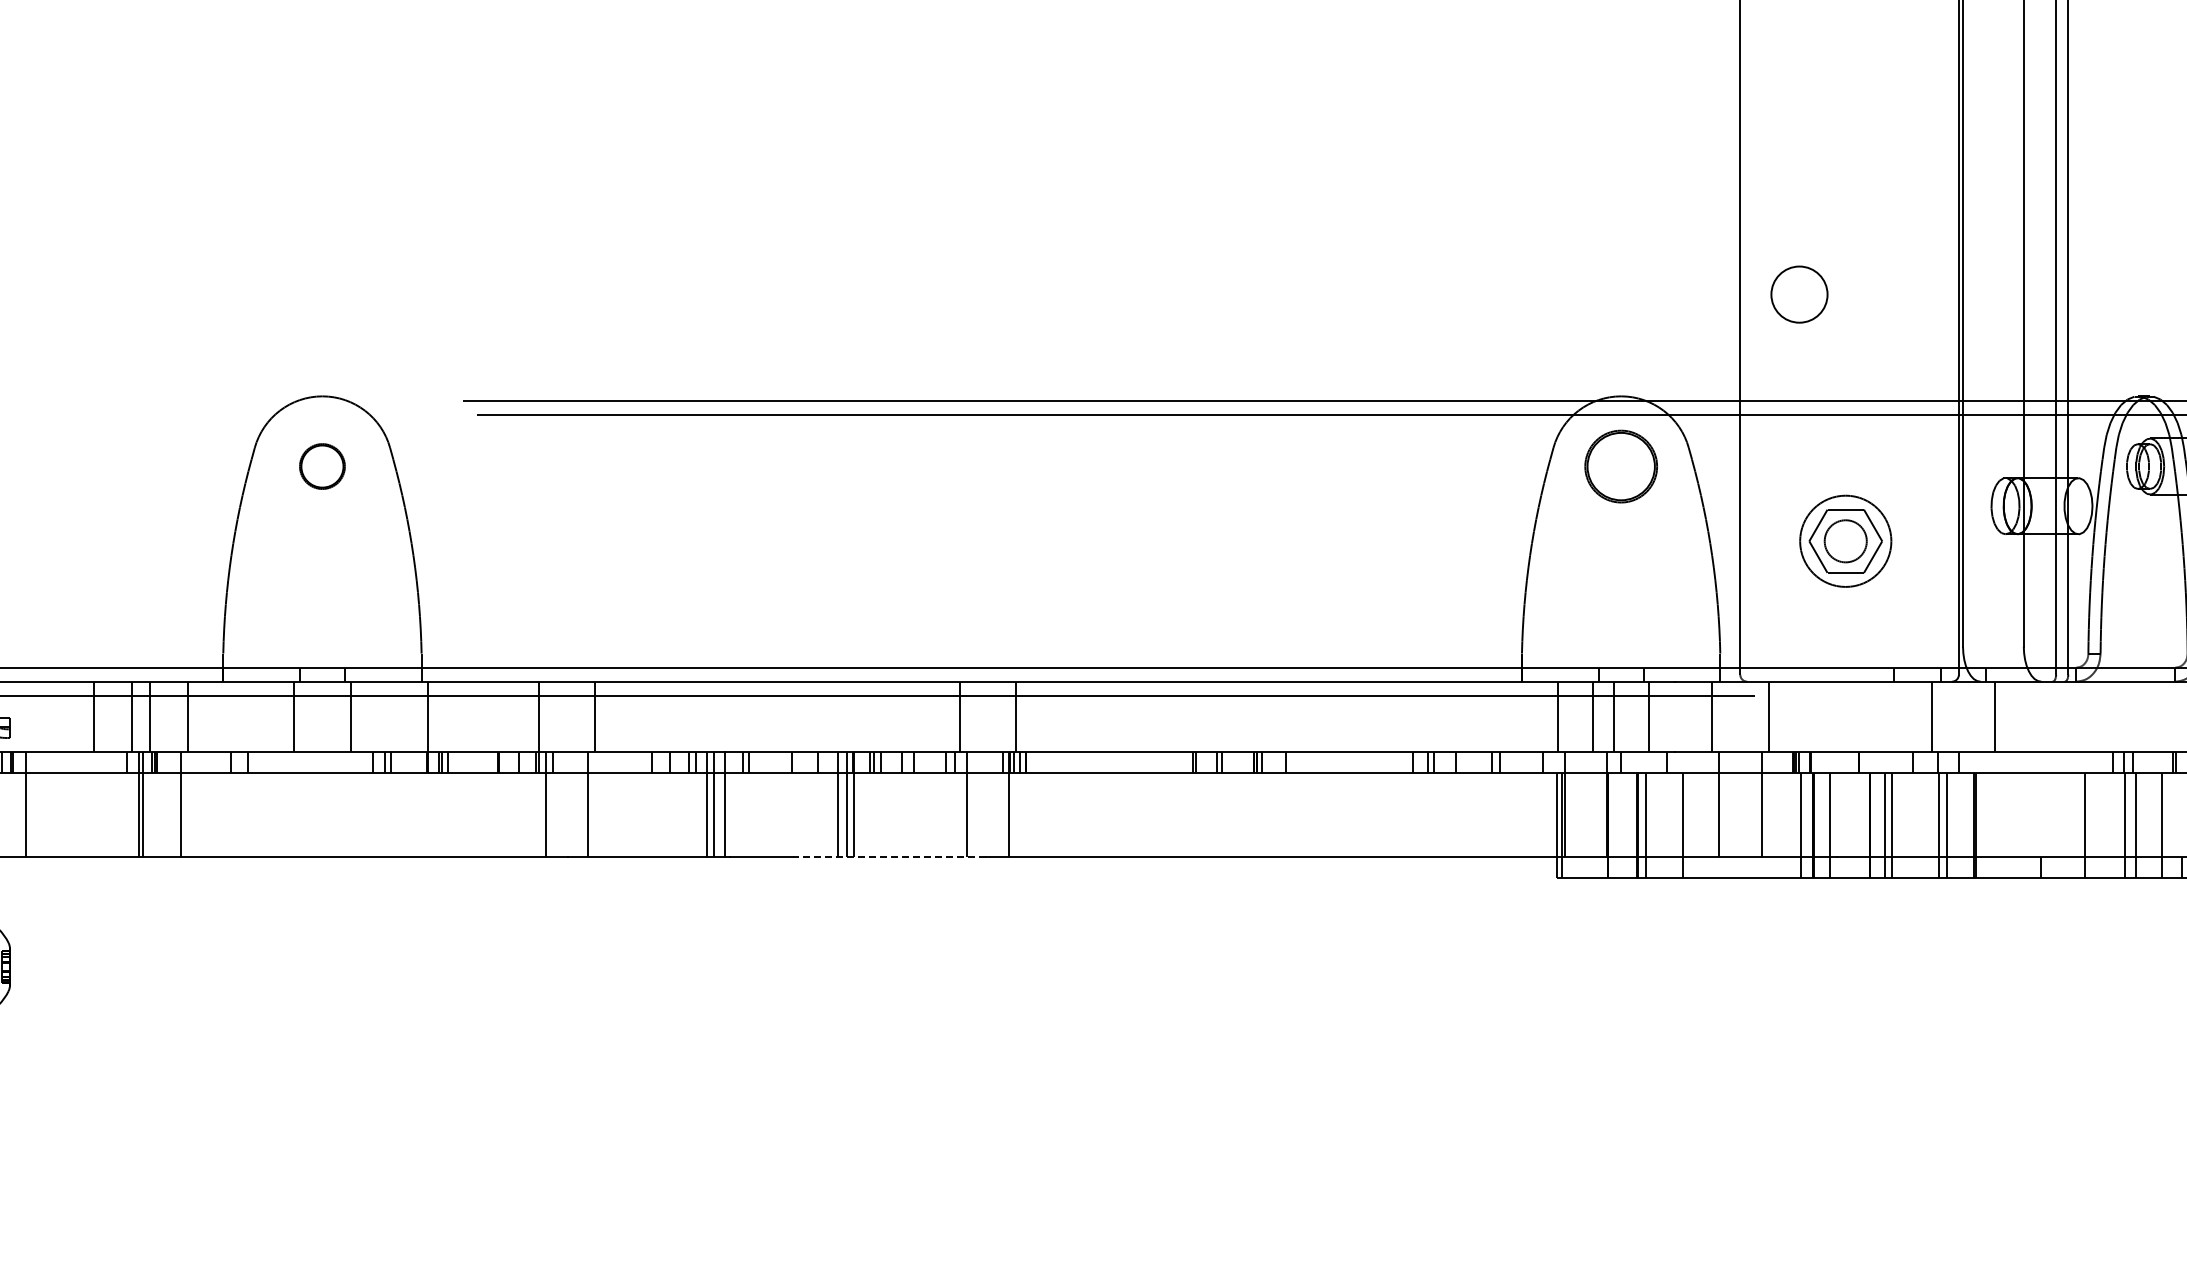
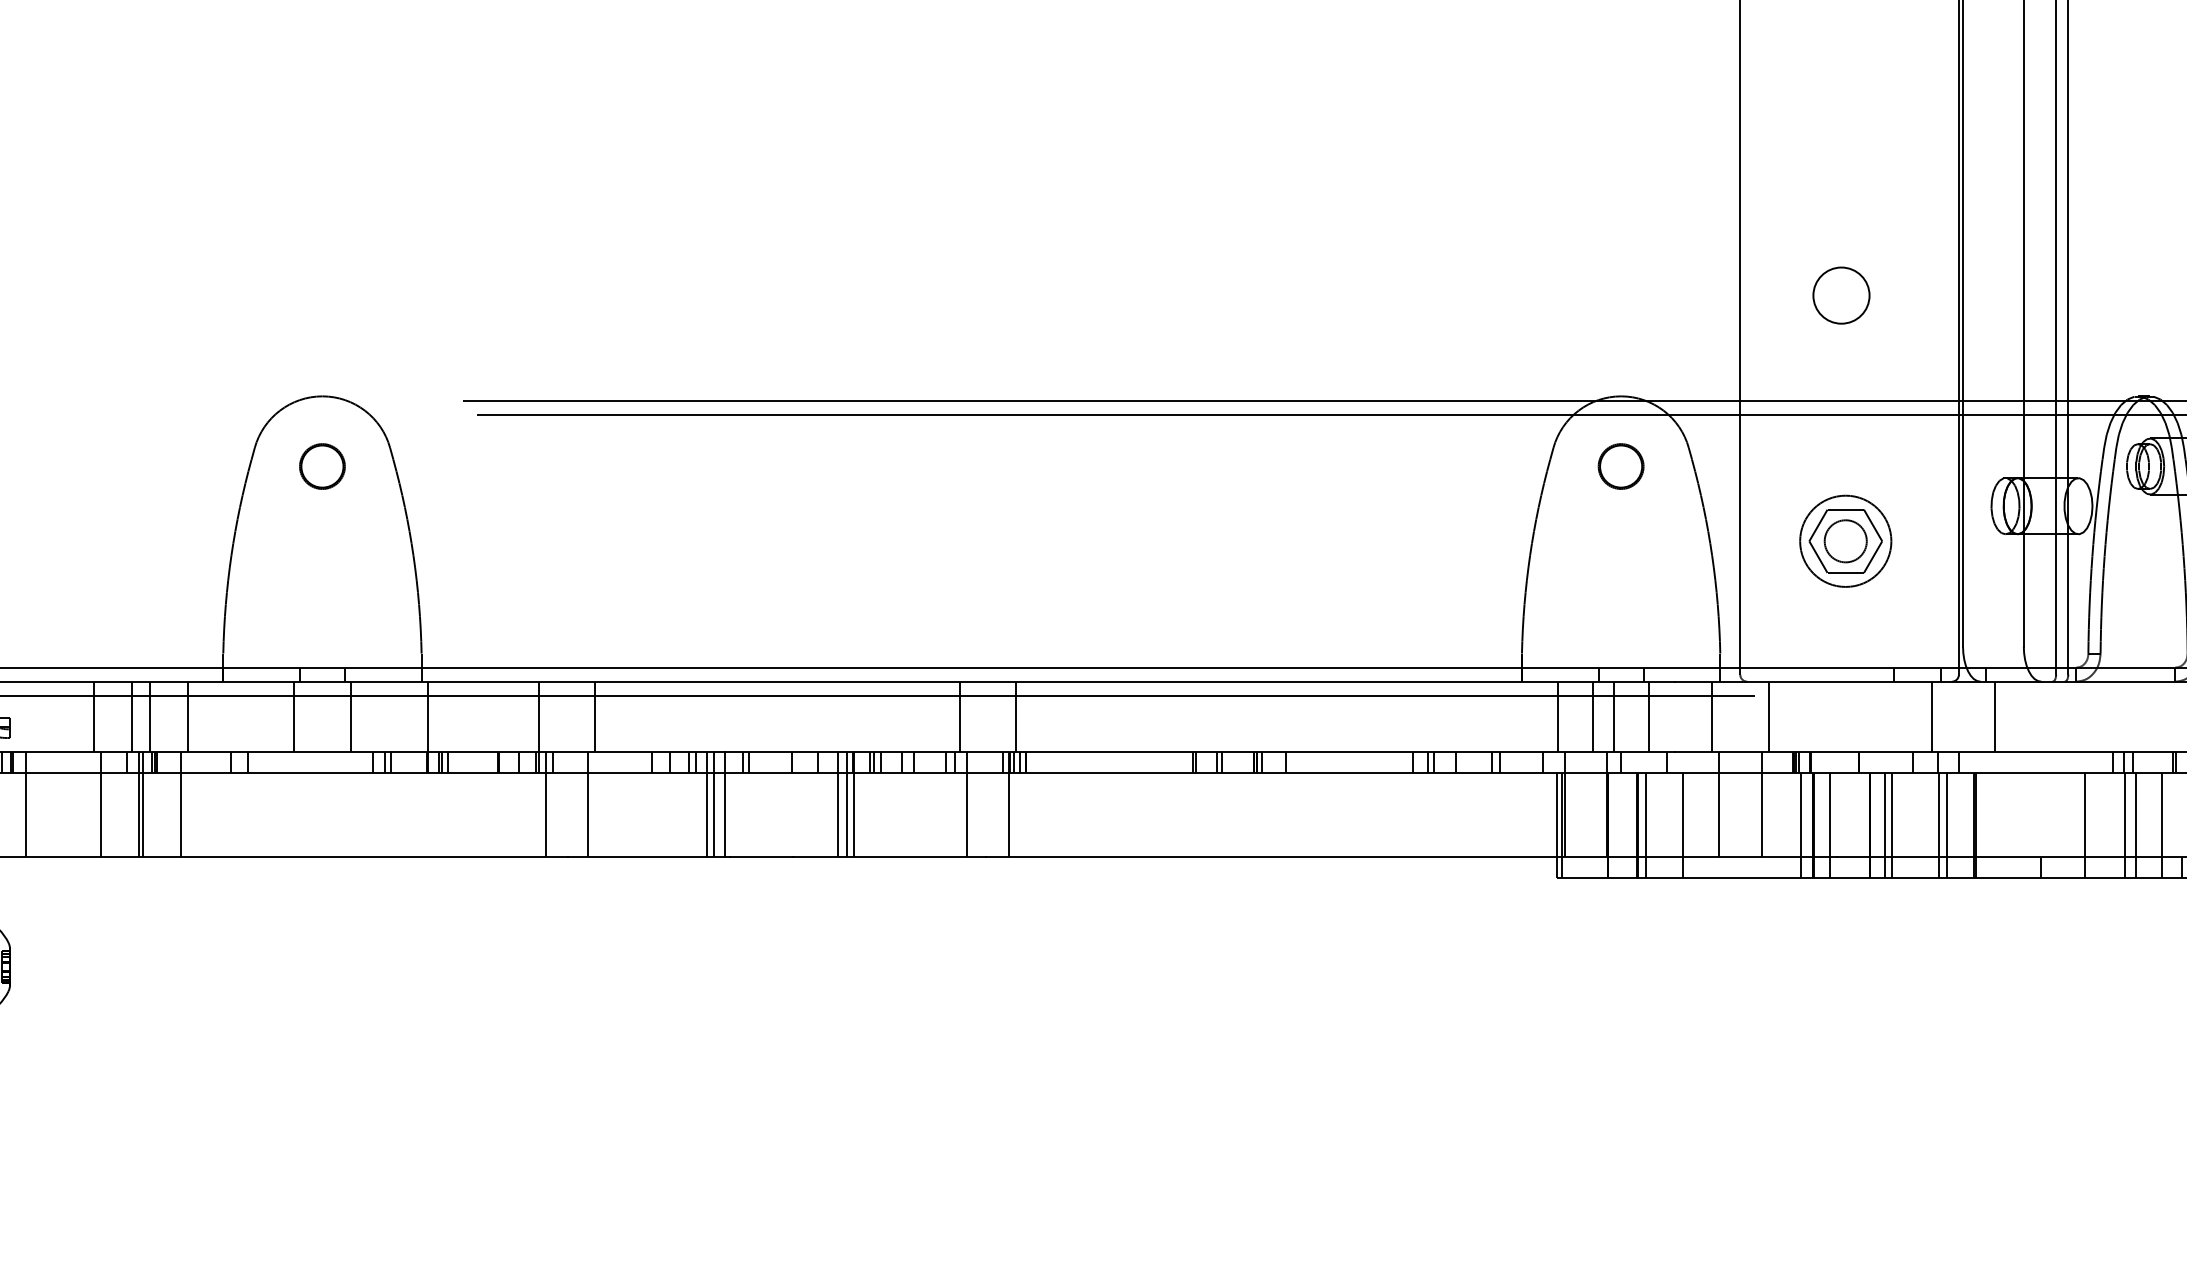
circle at (1799, 294) position: (1799, 294) -> (1841, 295)
part at (1620, 466) size: 74x75 px -> 48x47 px
line at (100, 804): none -> present
line at (889, 857): dashed -> solid
